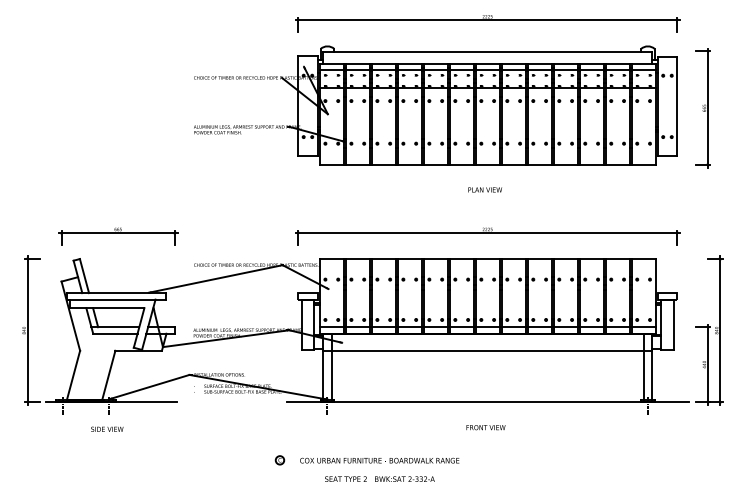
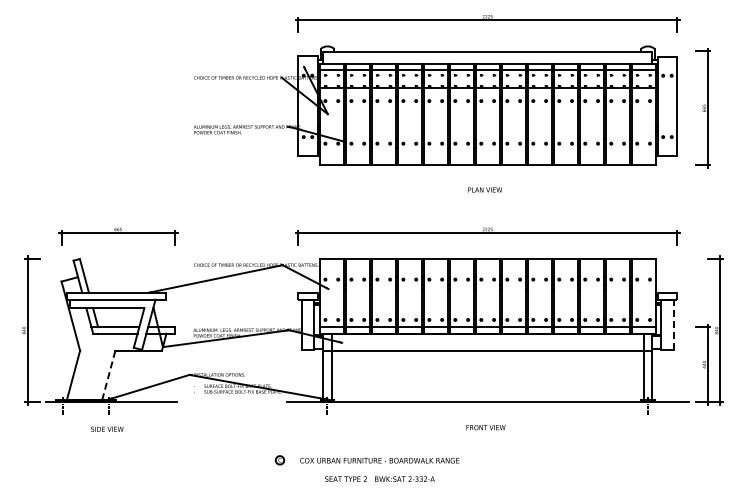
line at (673, 324): solid -> dashed
line at (108, 375): solid -> dashed
